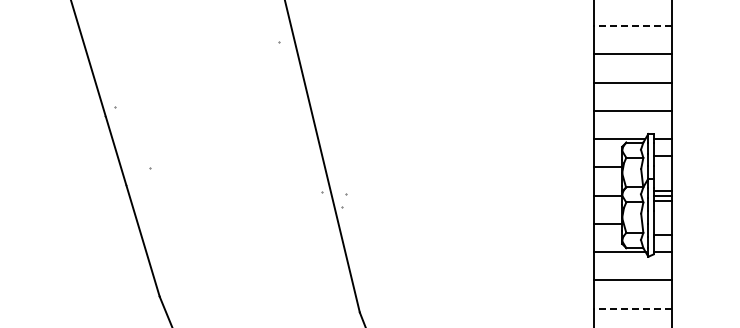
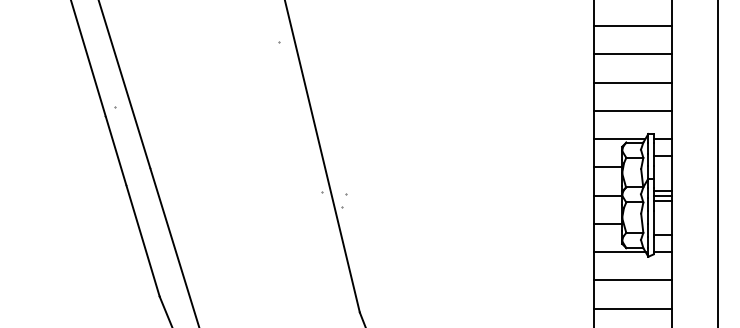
line at (633, 25): dashed -> solid
line at (148, 163): none -> present
line at (717, 163): none -> present
line at (633, 308): dashed -> solid
